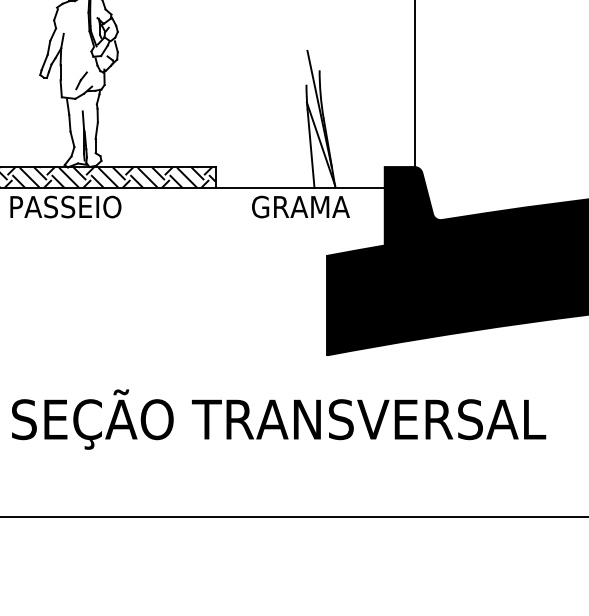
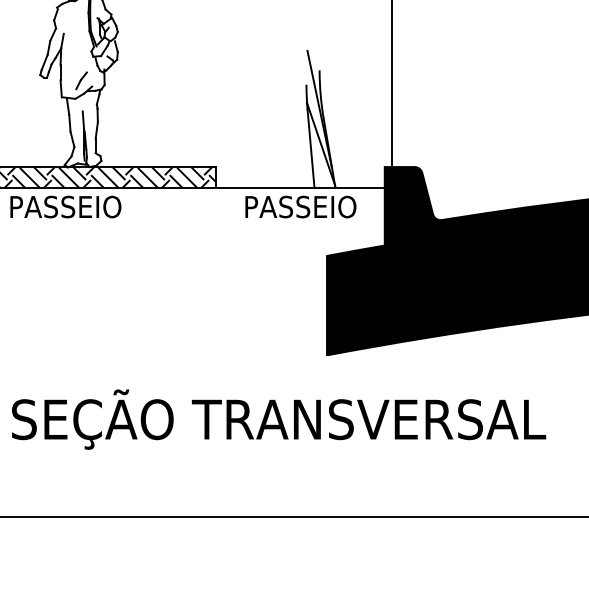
line at (414, 84) position: (414, 84) -> (391, 84)
text at (300, 206): GRAMA -> PASSEIO
